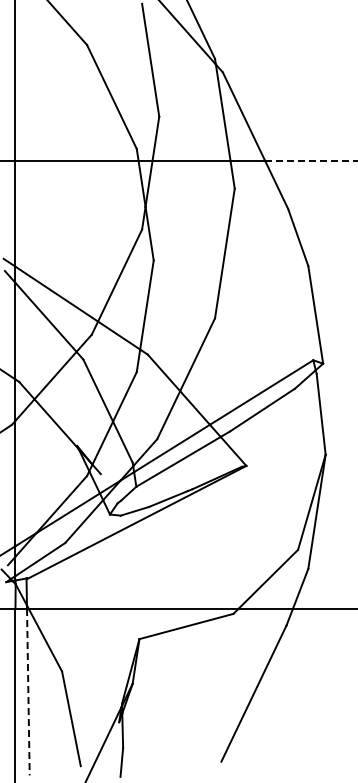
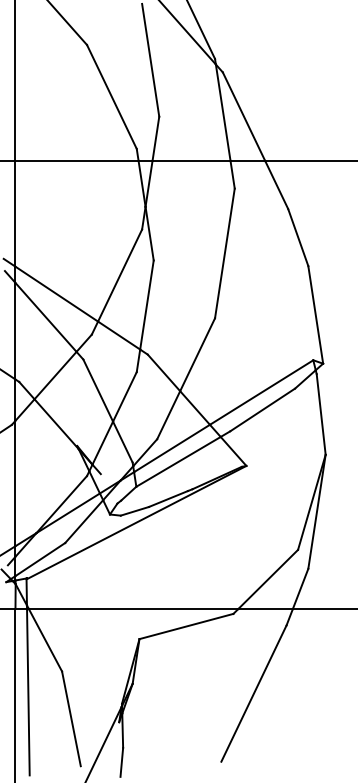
line at (311, 160): dashed -> solid
line at (28, 692): dashed -> solid
